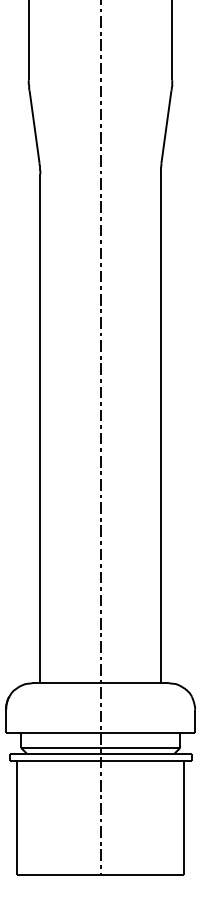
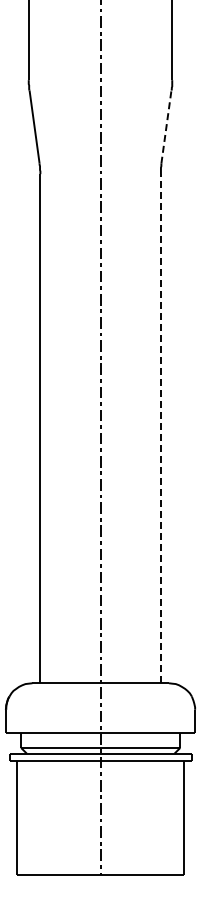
line at (166, 127): solid -> dashed
line at (160, 428): solid -> dashed
